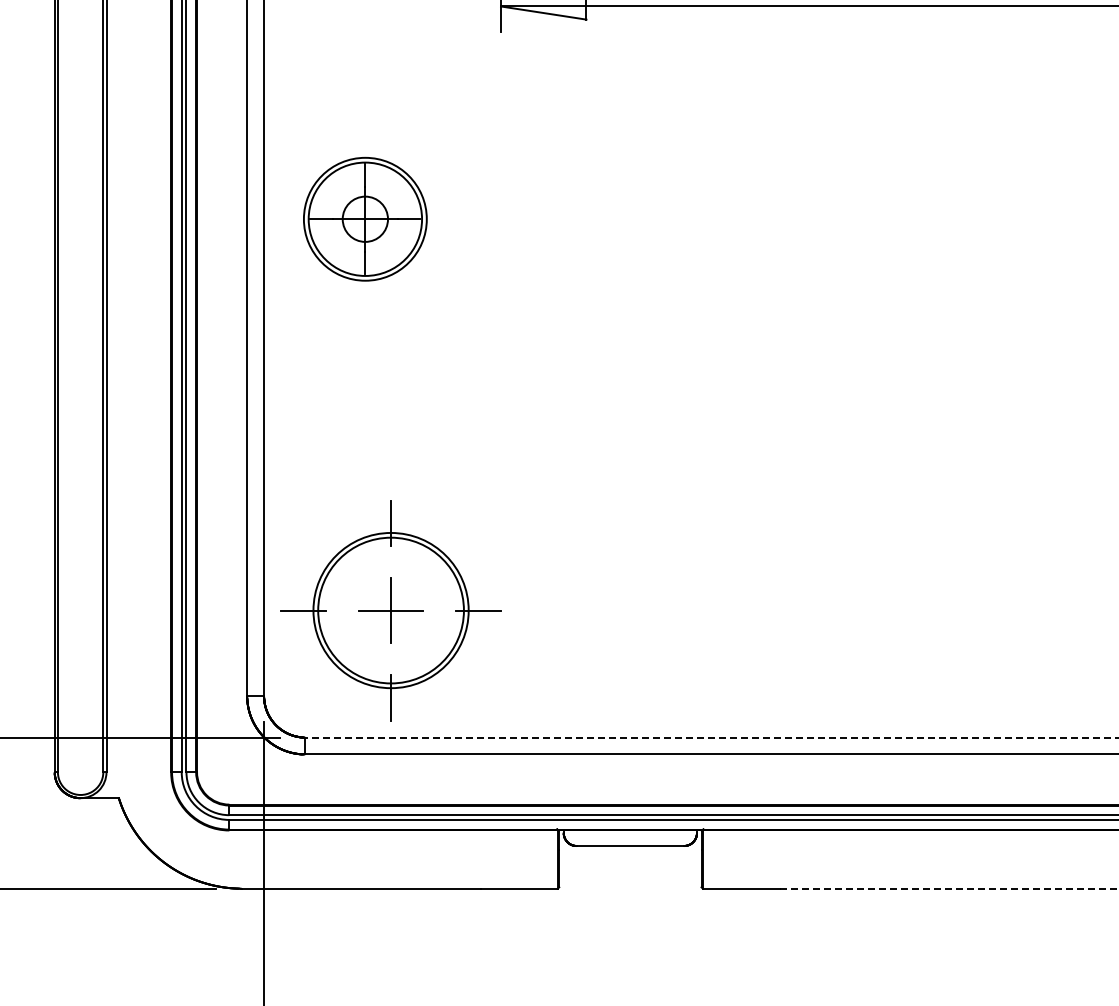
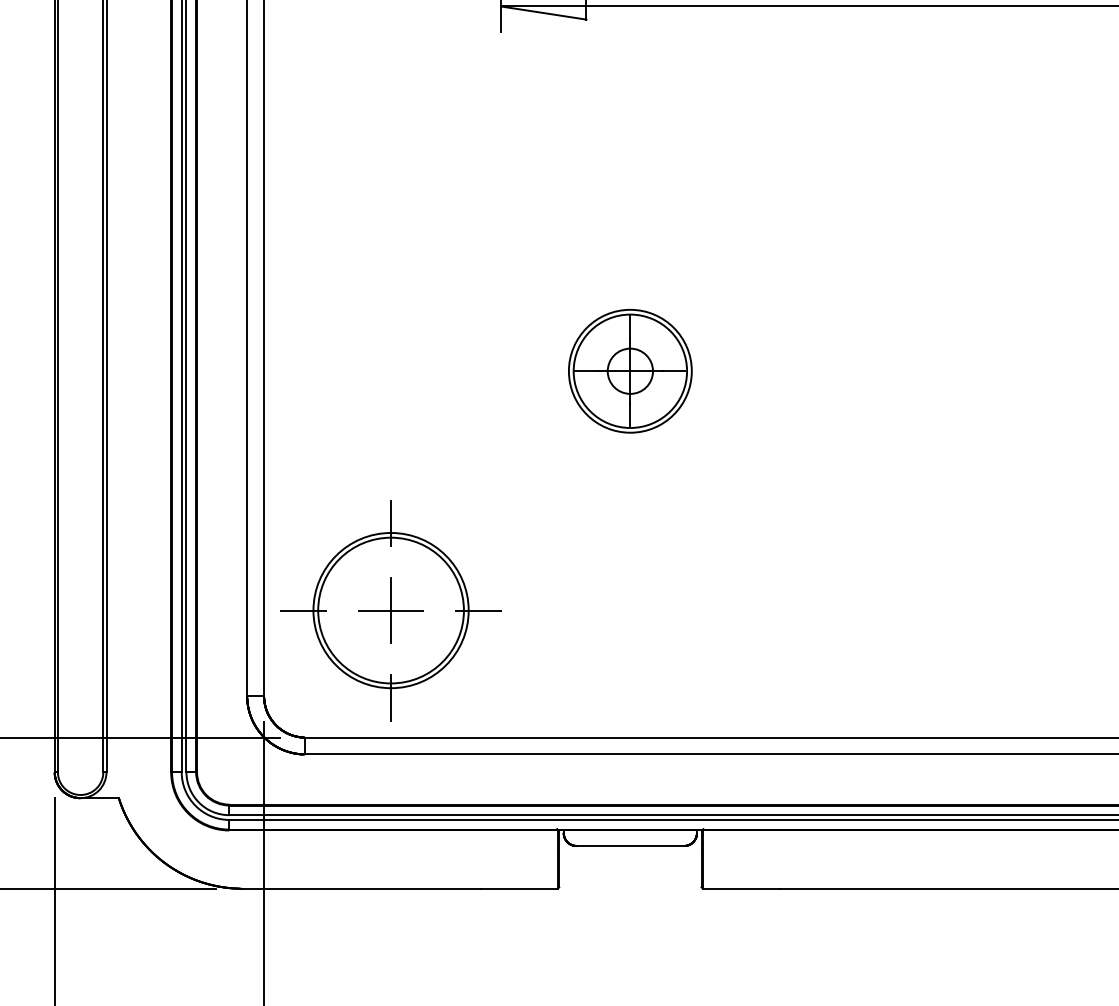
part at (365, 218) position: (365, 218) -> (630, 370)
line at (711, 737): dashed -> solid
line at (949, 888): dashed -> solid
line at (54, 900): none -> present
